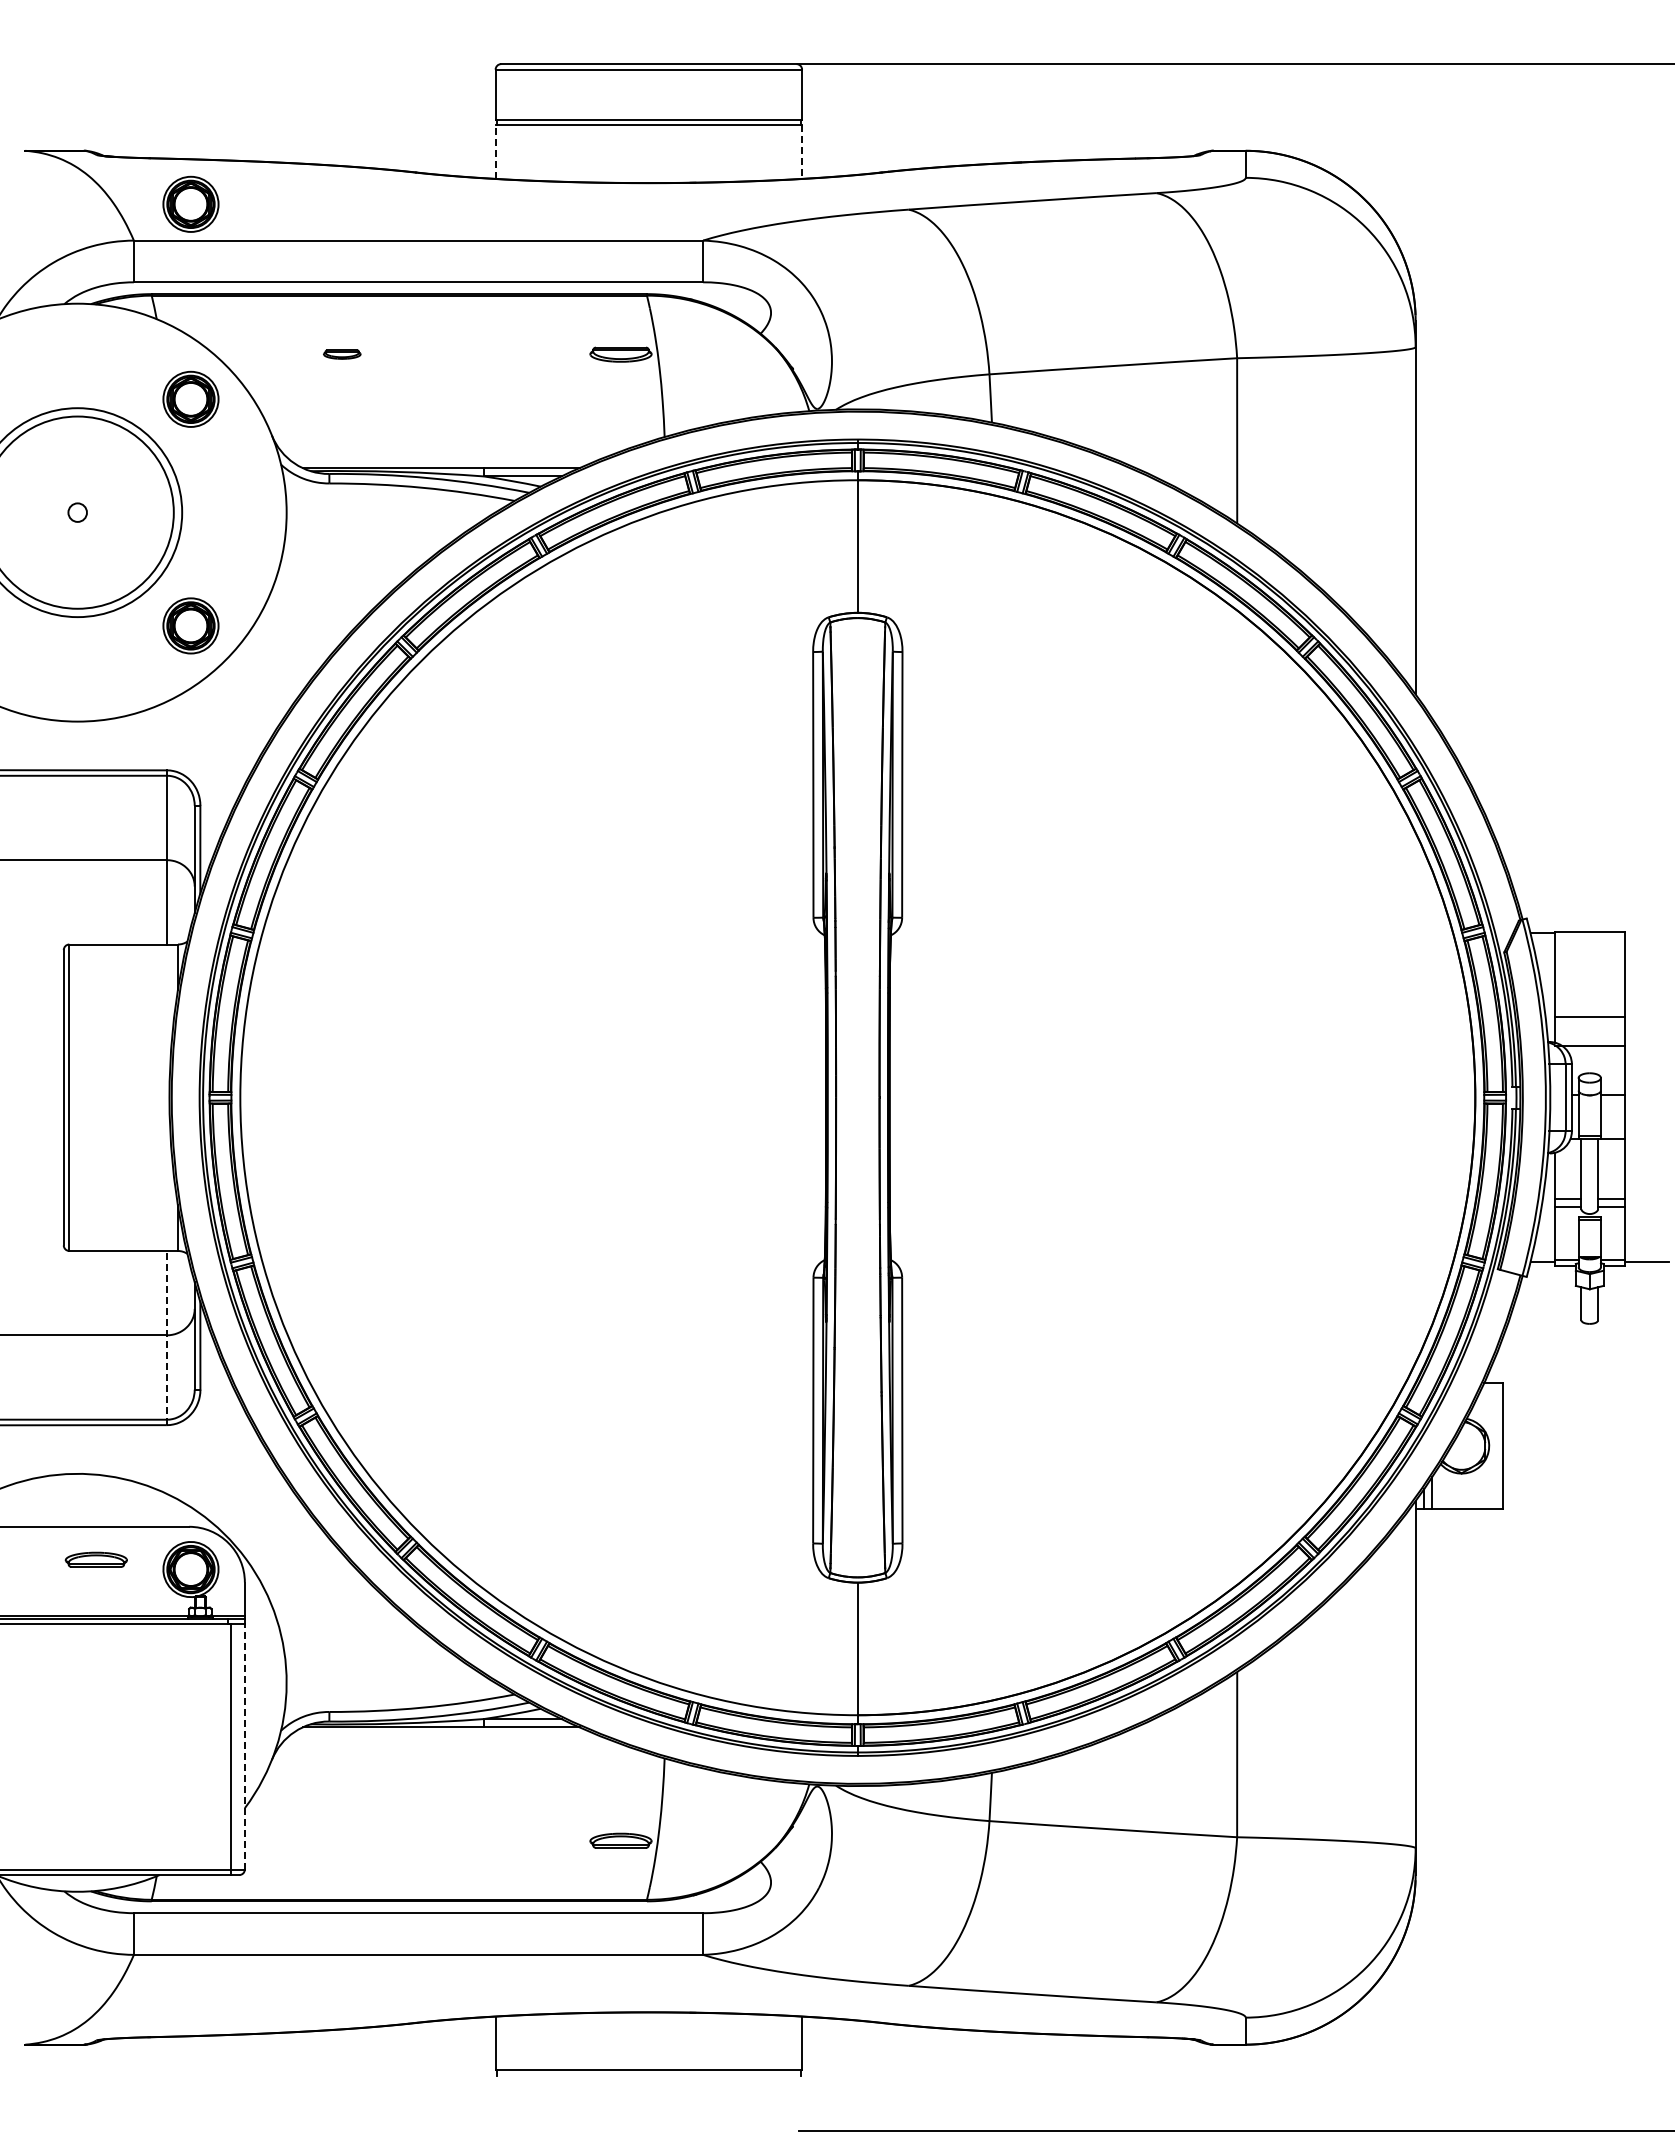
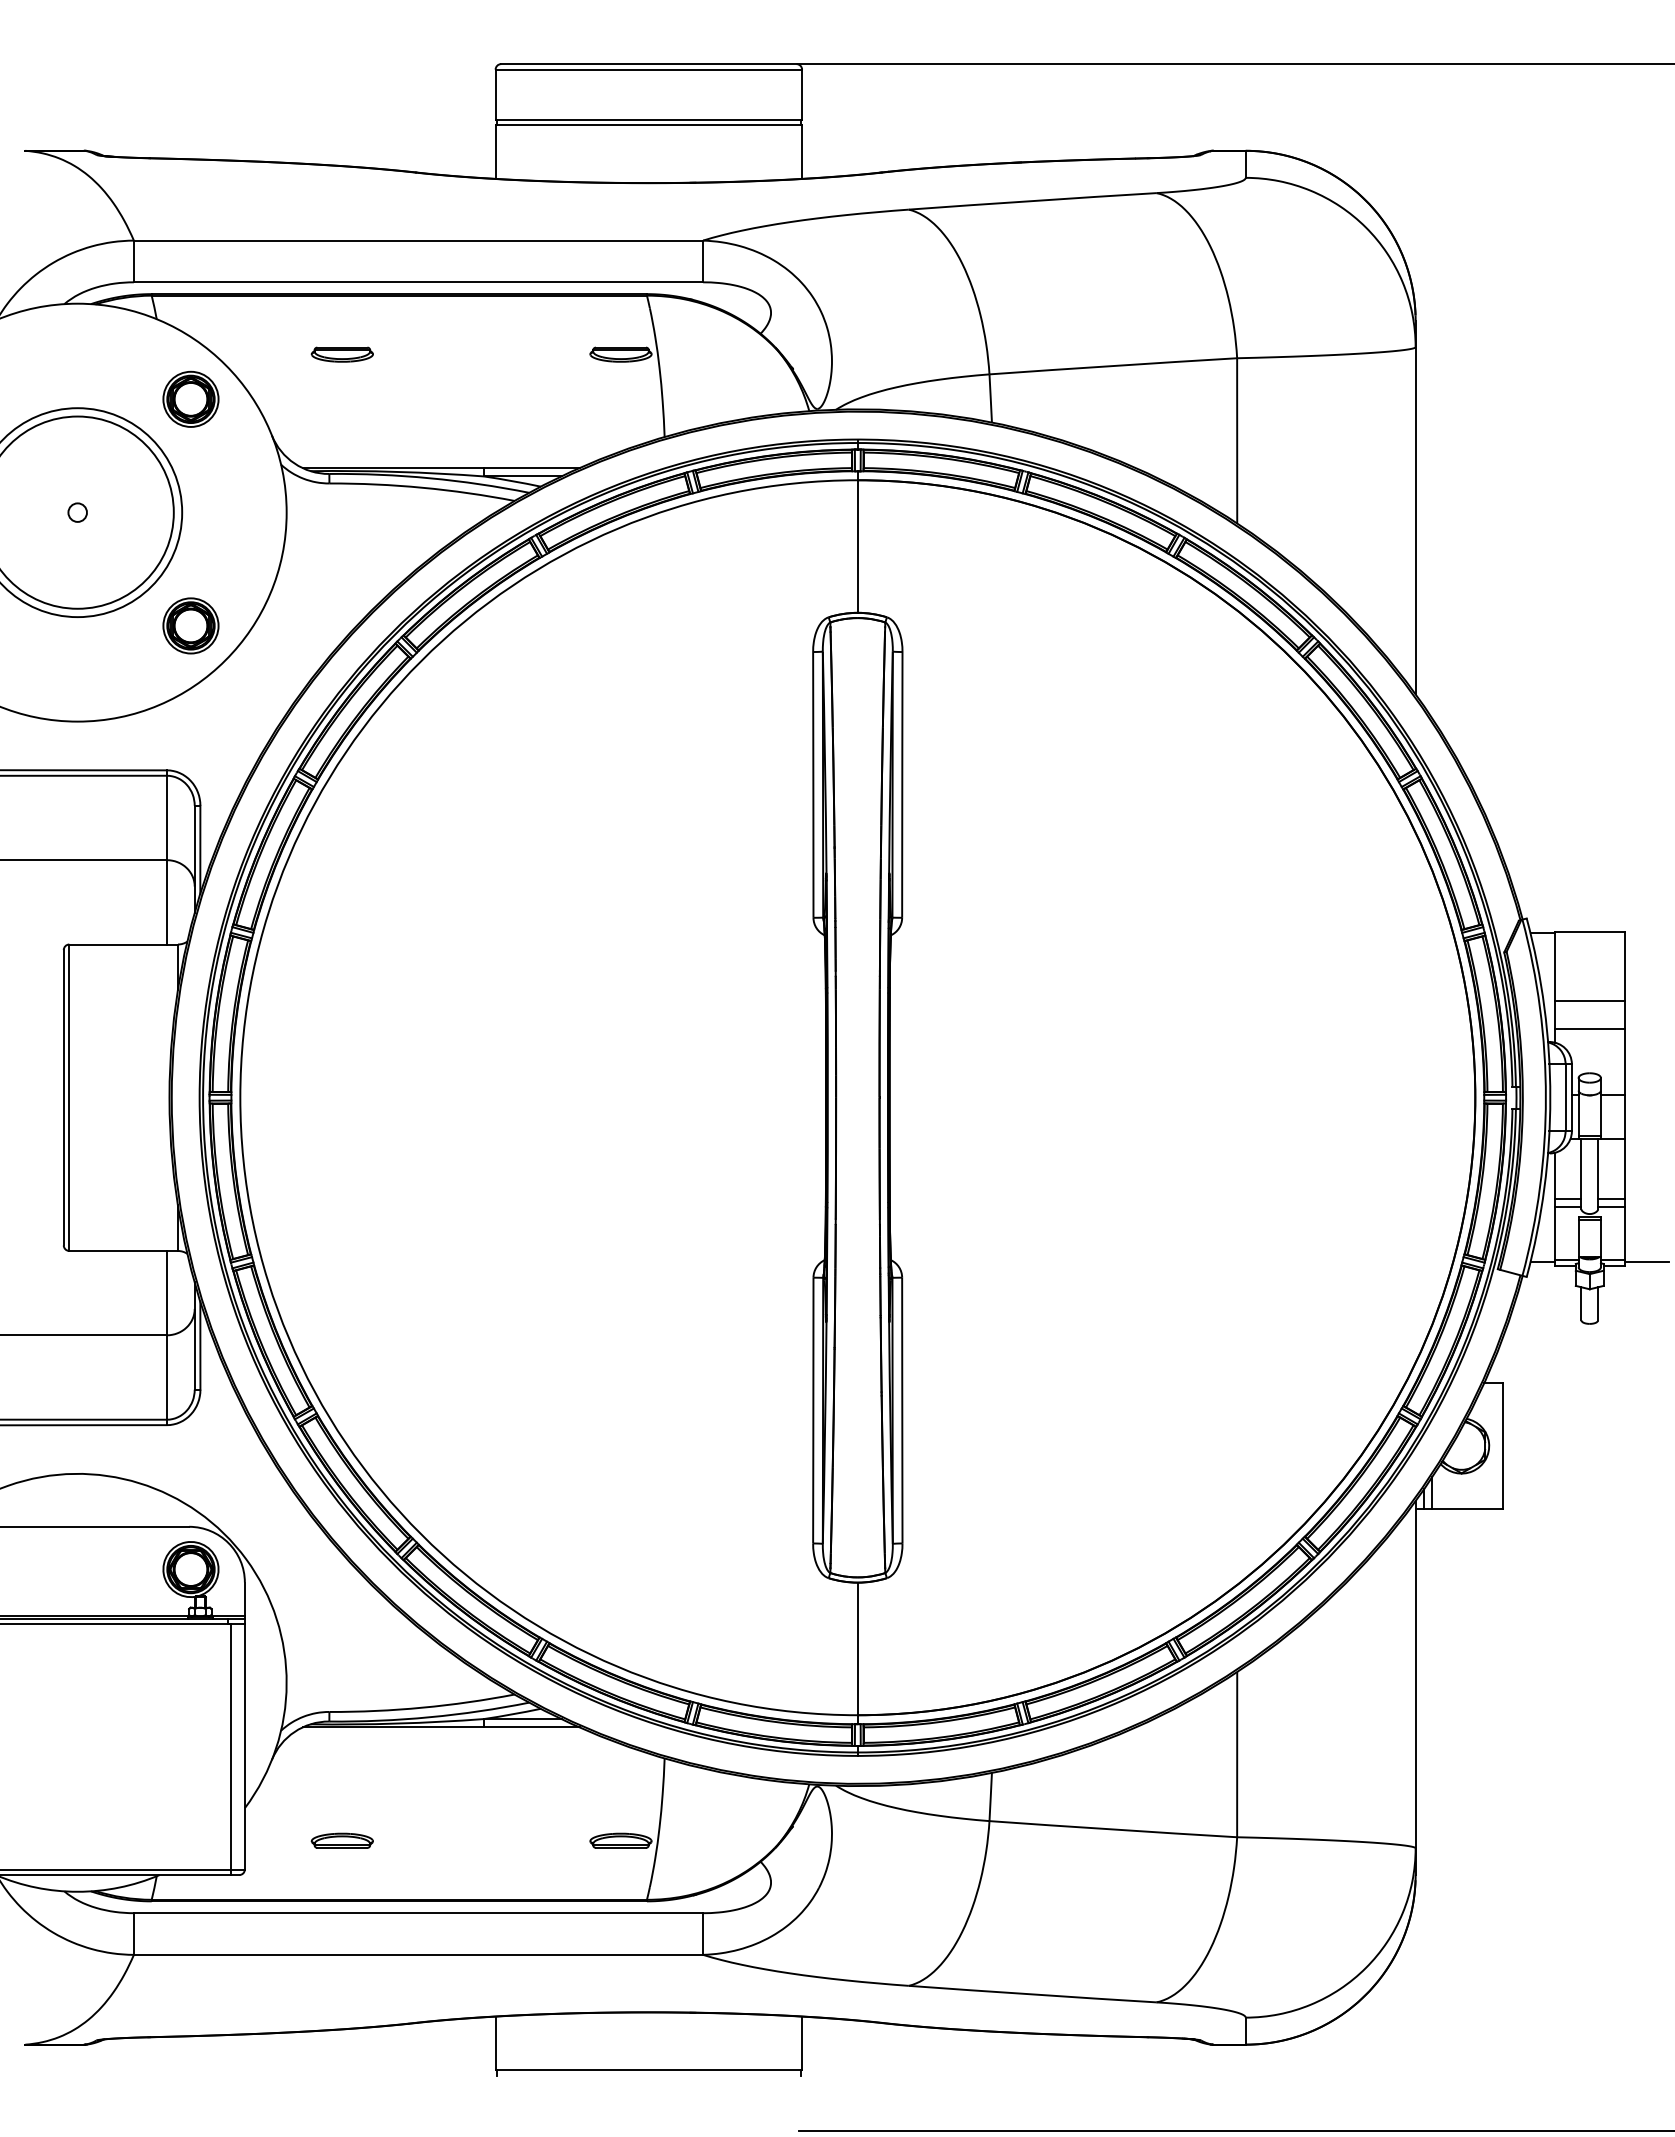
line at (495, 152): dashed -> solid
line at (802, 152): dashed -> solid
part at (190, 203): present -> none
part at (342, 354) size: 39x11 px -> 64x17 px
line at (1589, 1017) position: (1589, 1017) -> (1589, 1001)
line at (1589, 1046) position: (1589, 1046) -> (1589, 1029)
line at (166, 1337): dashed -> solid
part at (95, 1559) position: (95, 1559) -> (341, 1840)
line at (244, 1746): dashed -> solid
